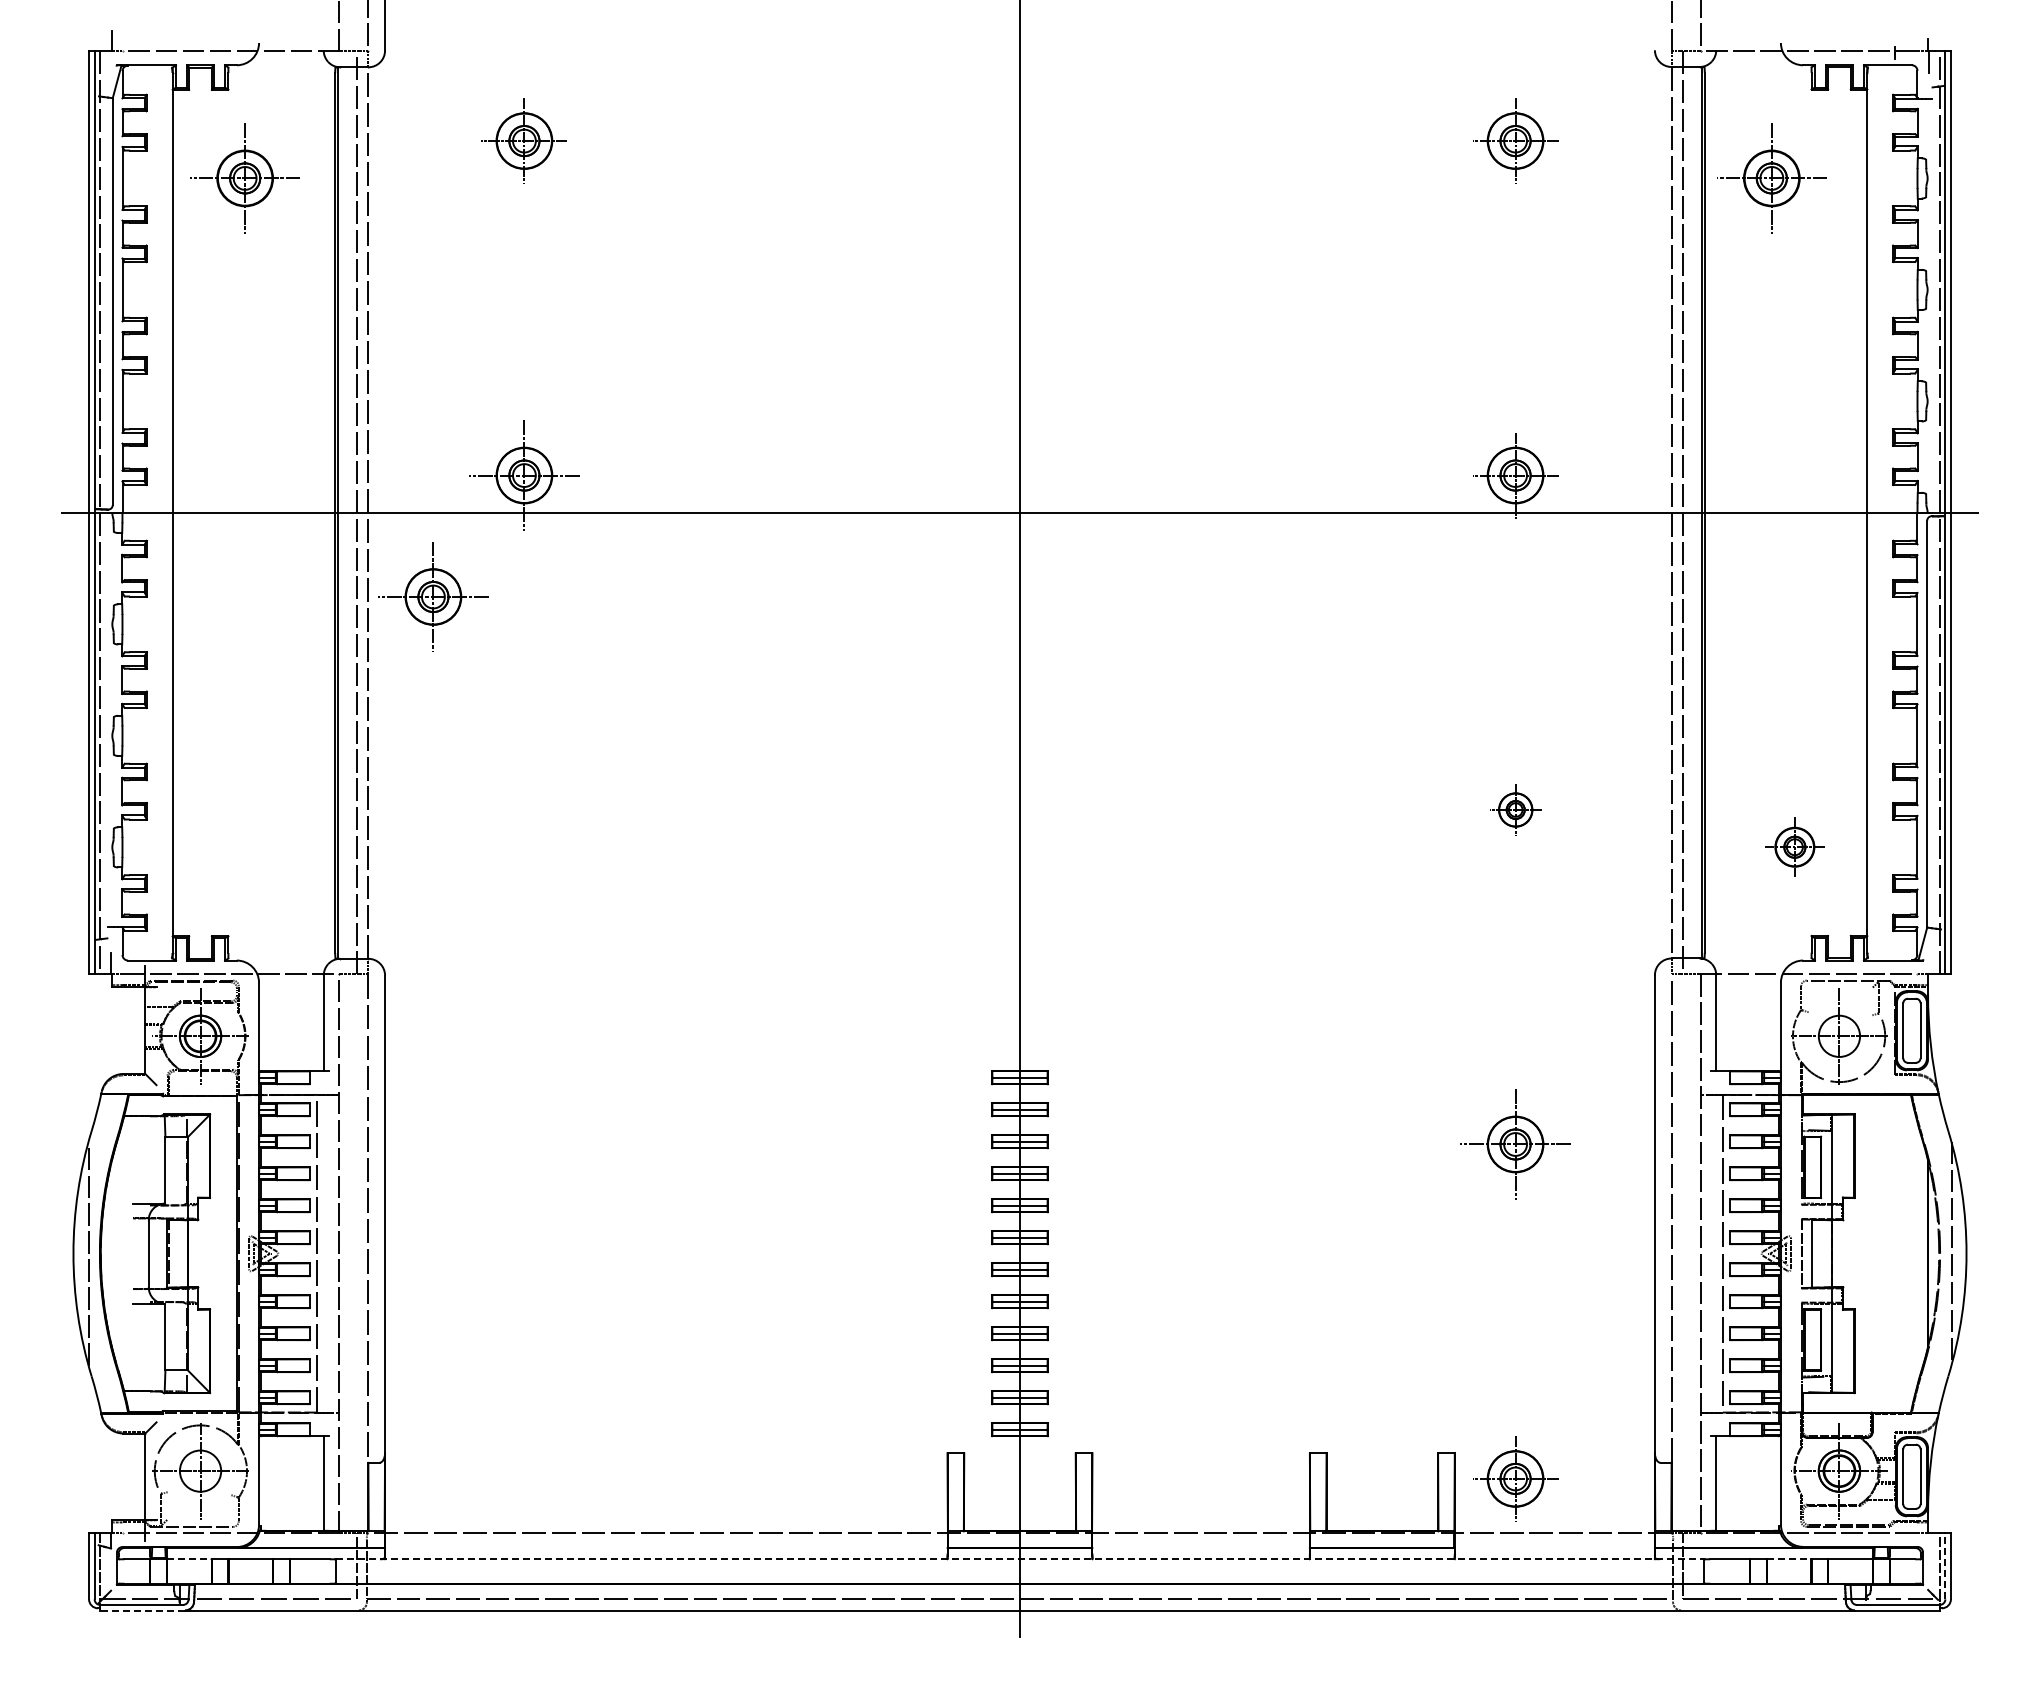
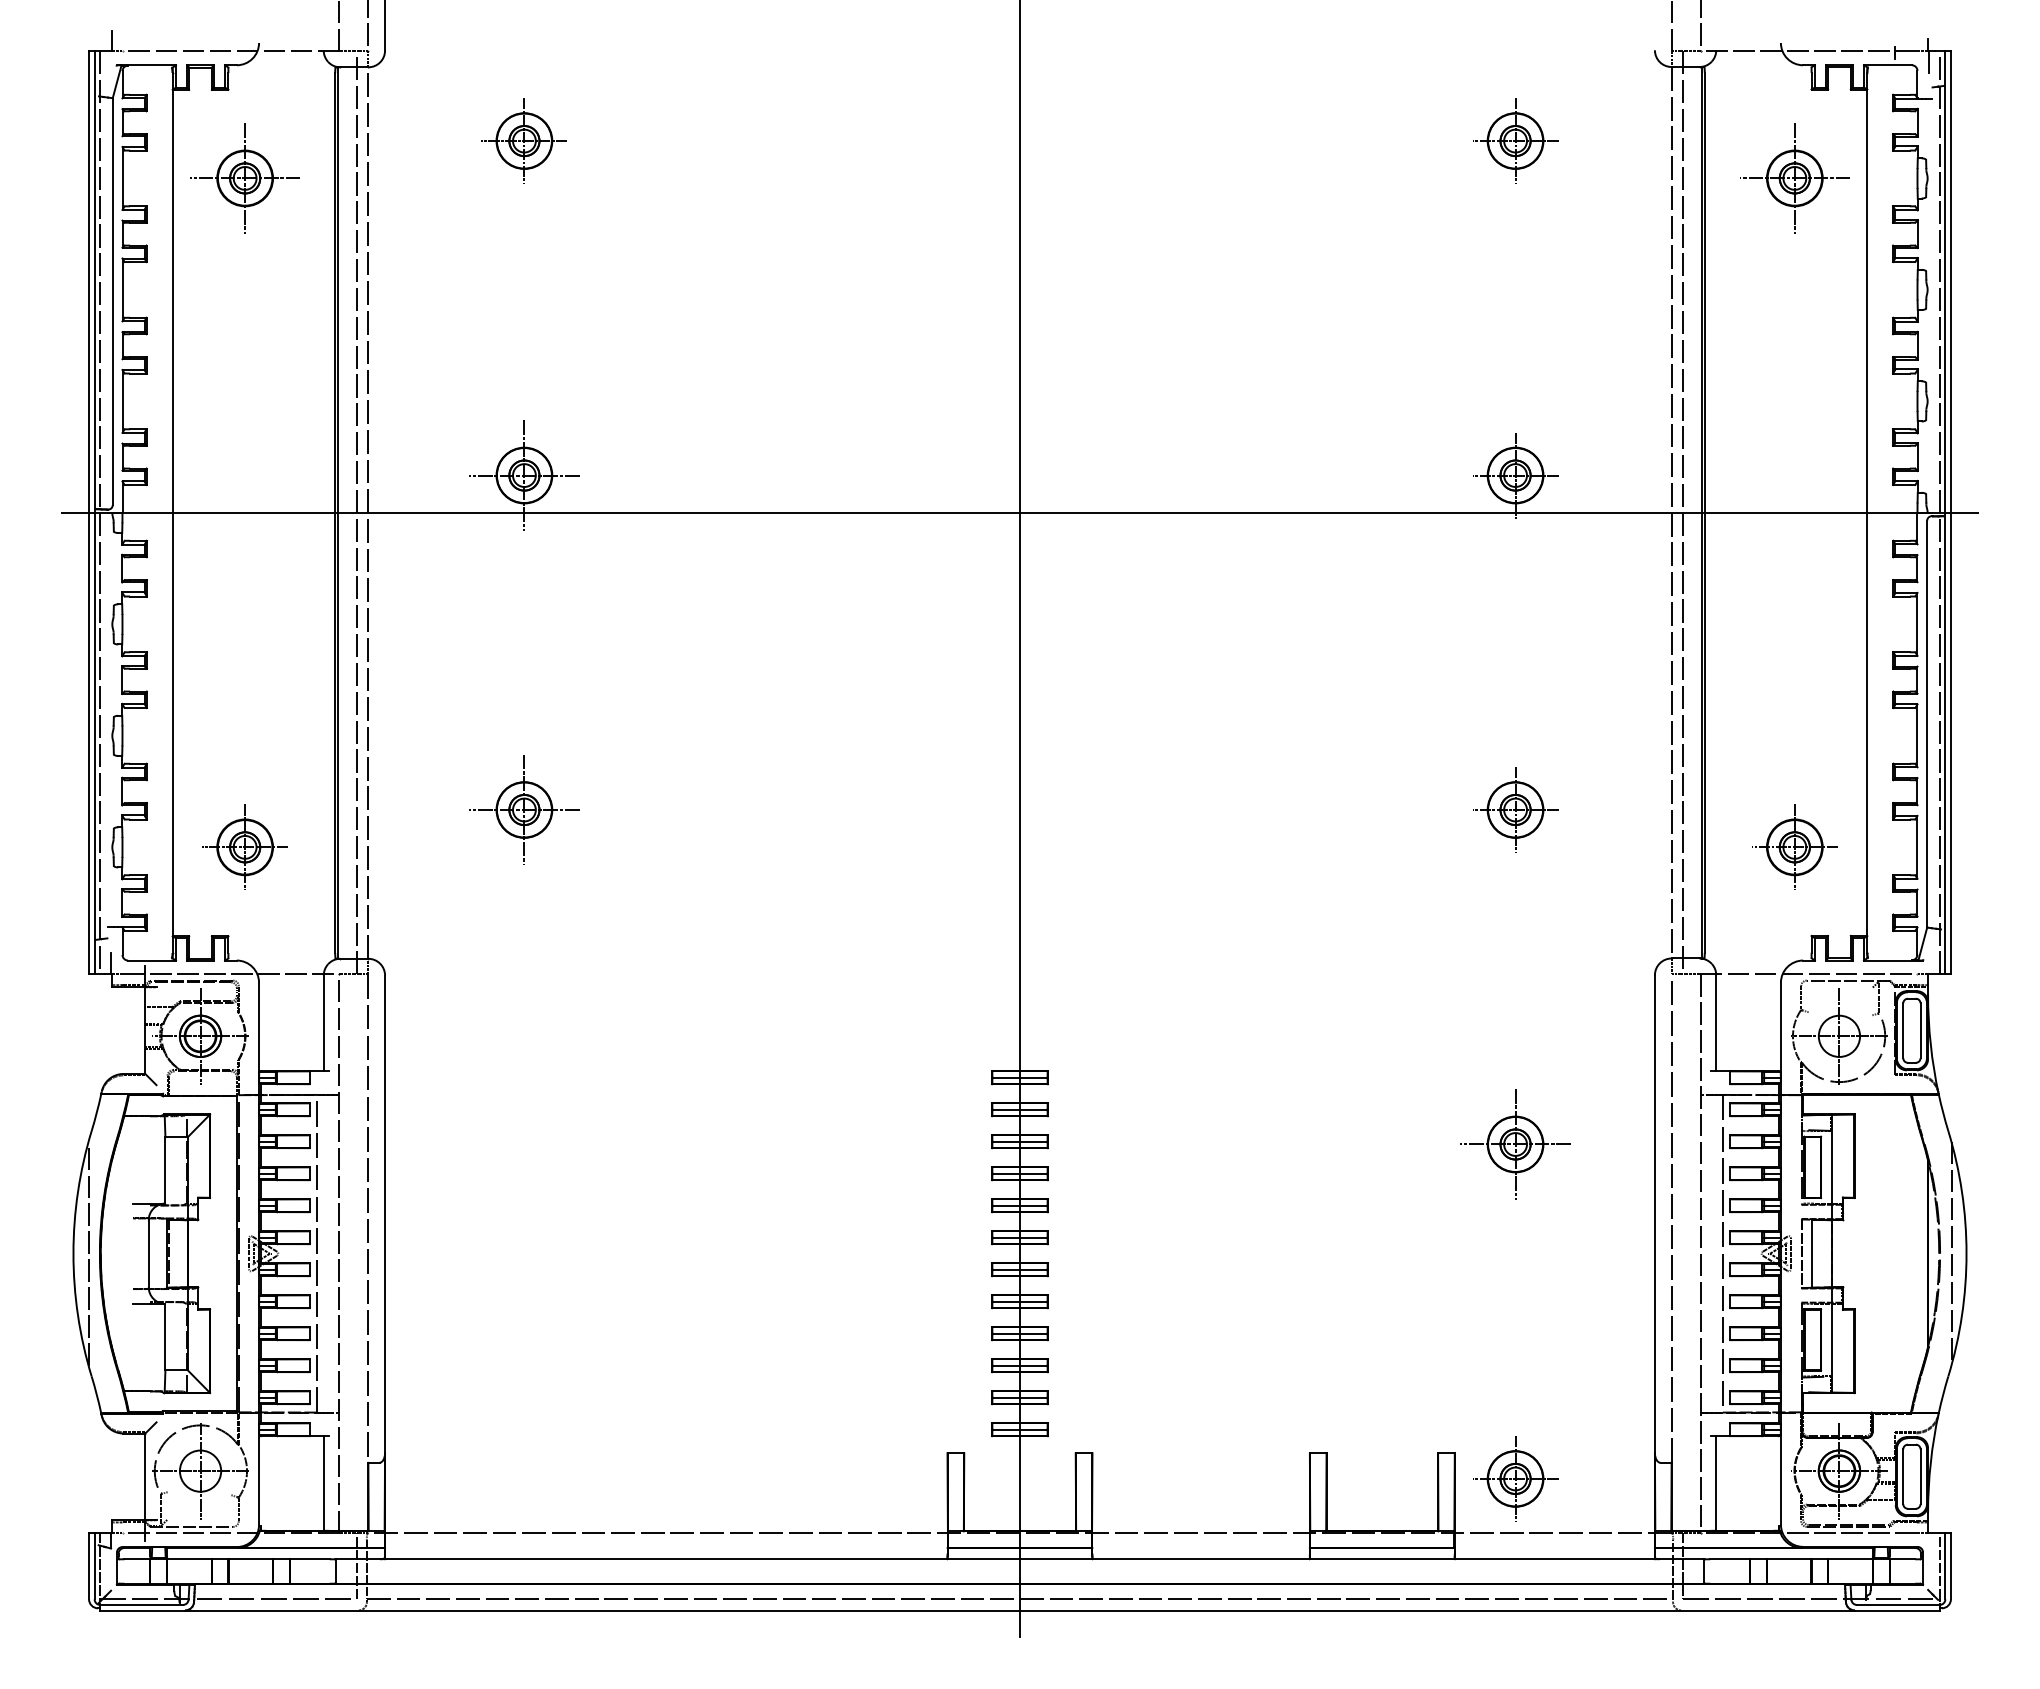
part at (1771, 178) position: (1771, 178) -> (1794, 178)
part at (433, 596) position: (433, 596) -> (524, 809)
part at (1515, 809) size: 52x52 px -> 86x86 px
part at (244, 846): none -> present
part at (1794, 846) size: 60x60 px -> 86x86 px
line at (189, 1559): dashed -> solid
line at (1020, 1559): dashed -> solid
line at (1789, 1559): dashed -> solid
line at (1945, 1565): dashed -> solid
line at (142, 1610): dashed -> solid
